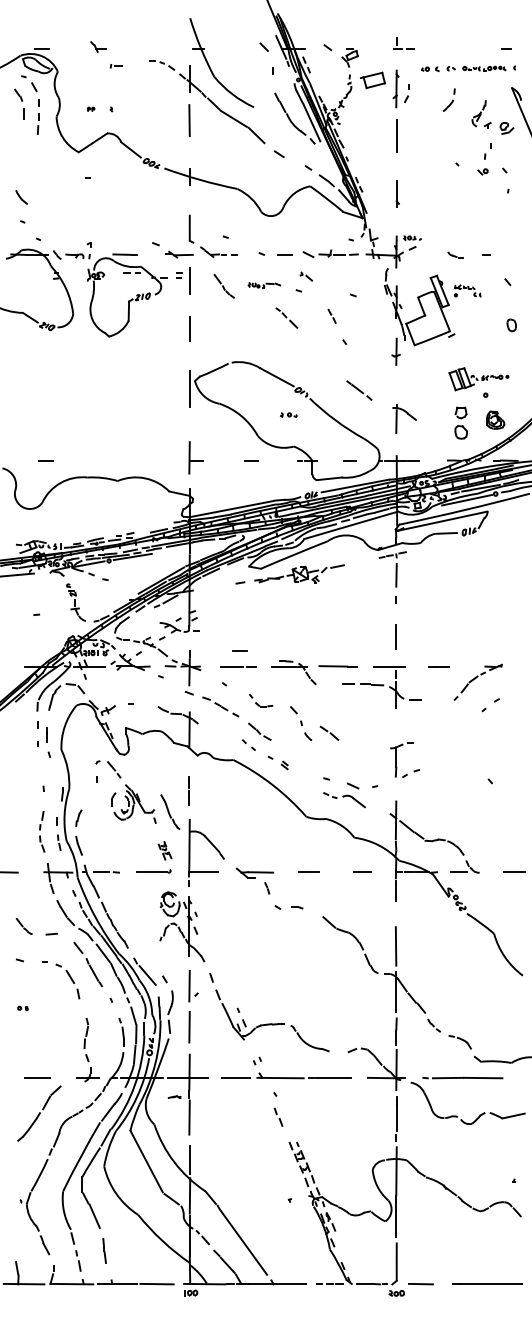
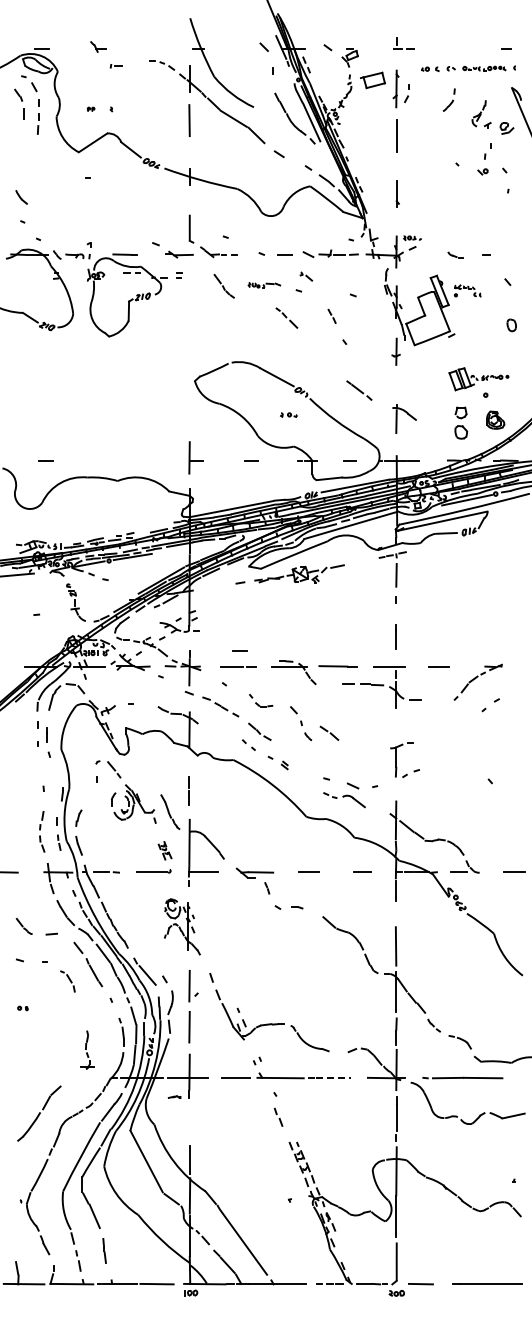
line at (189, 280): present -> none
line at (189, 328): present -> none
line at (189, 388): present -> none
part at (182, 926) size: 47x72 px -> 37x58 px
part at (67, 981) size: 26x37 px -> 16x23 px
part at (87, 1050) size: 24x65 px -> 15x40 px
line at (333, 1077): solid -> dashed
line at (37, 1078): present -> none
line at (189, 1117): present -> none
